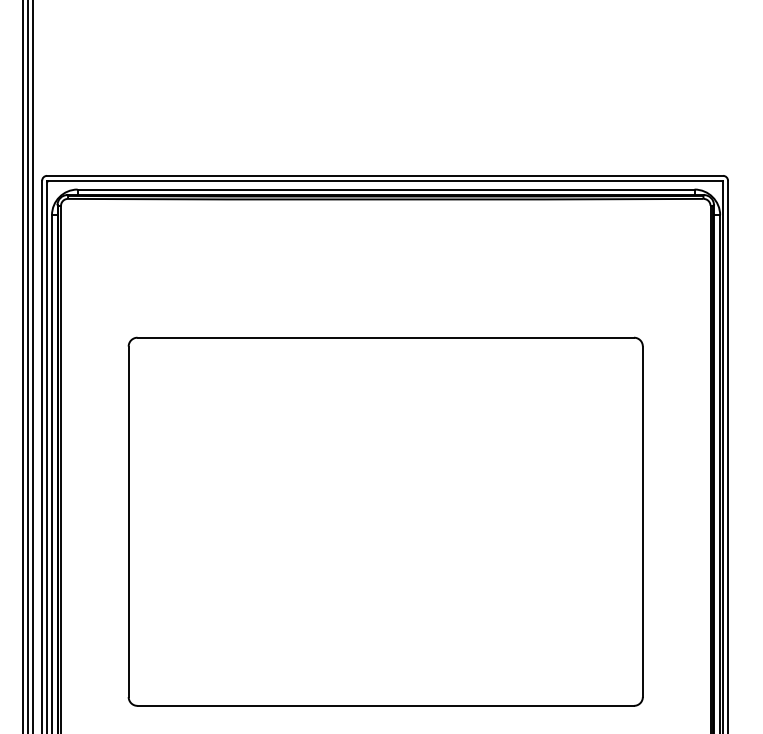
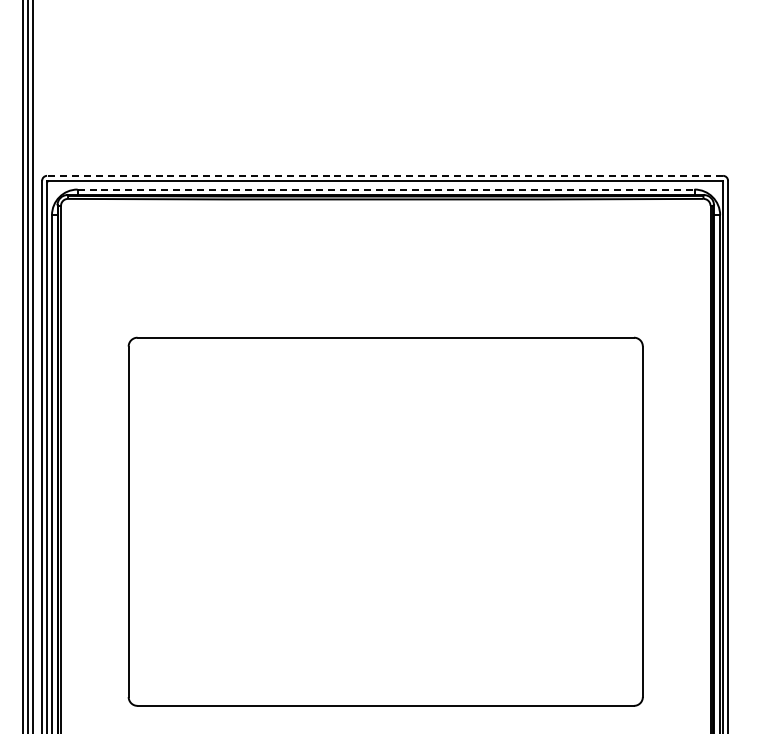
line at (384, 175): solid -> dashed
line at (386, 189): solid -> dashed
